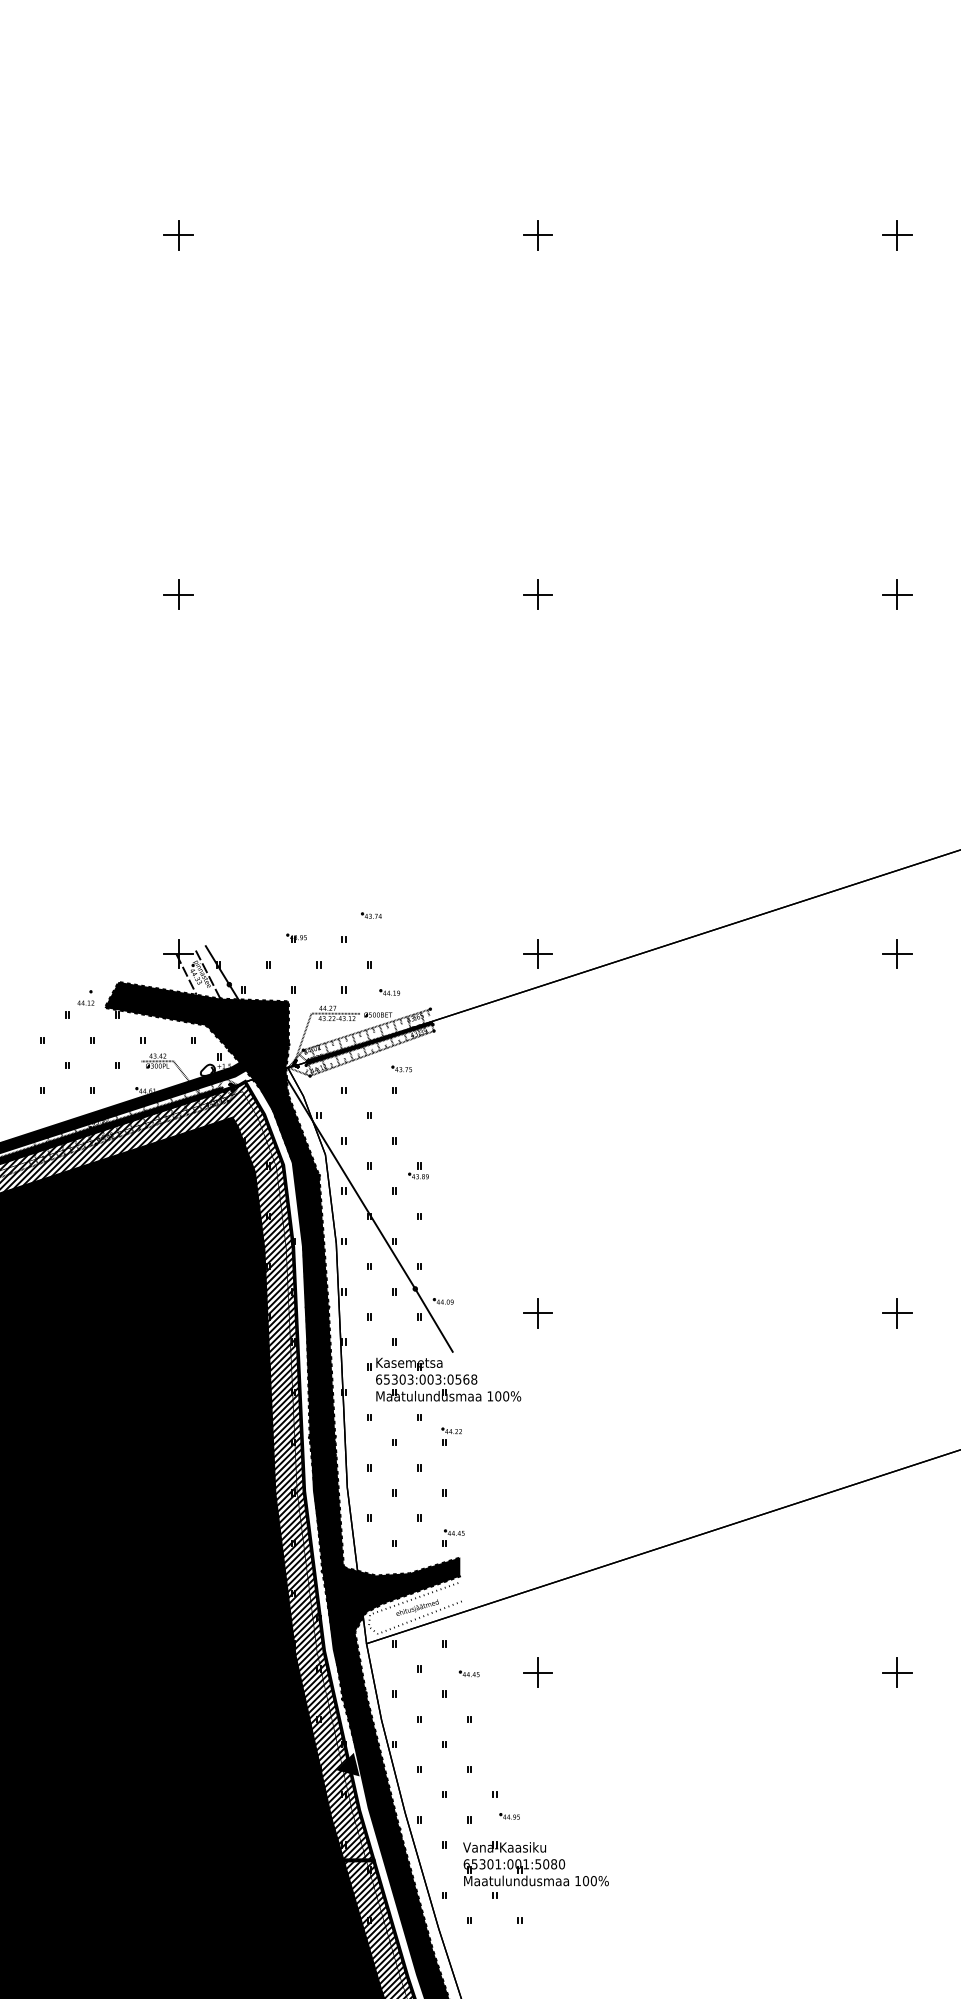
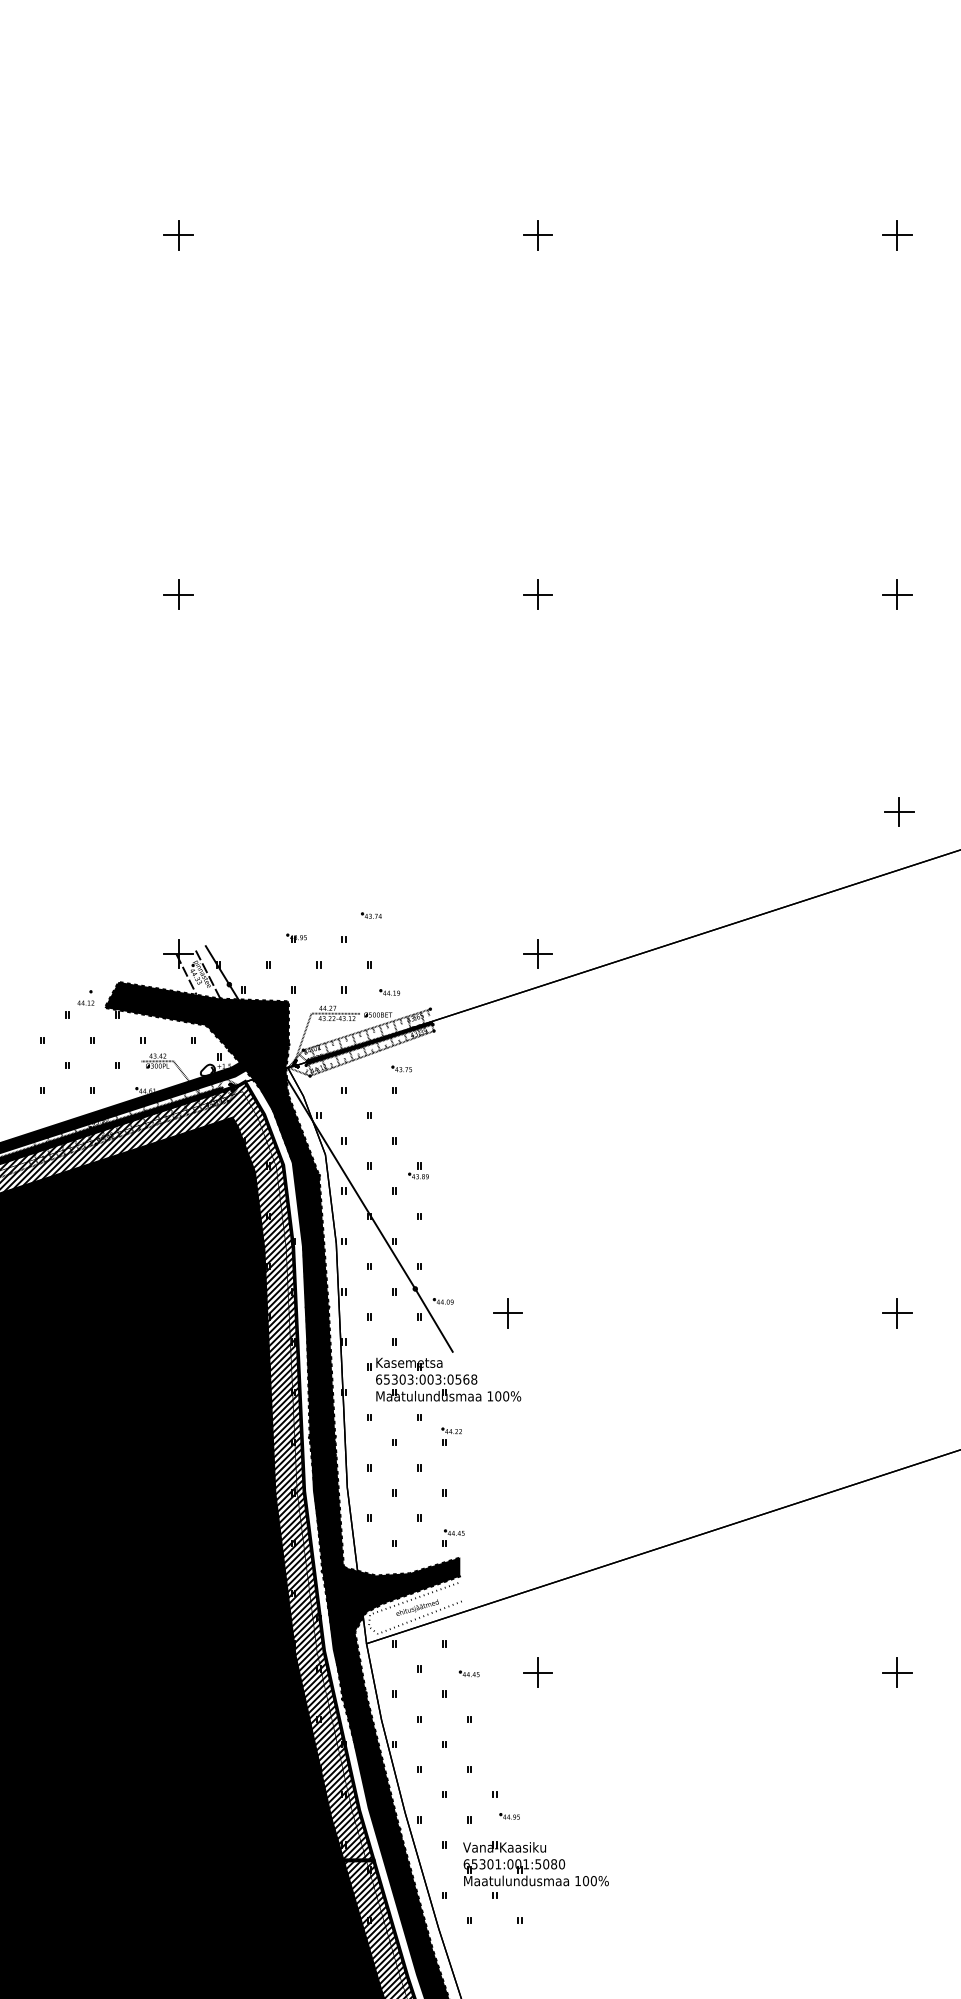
part at (897, 953) position: (897, 953) -> (899, 811)
part at (537, 1313) position: (537, 1313) -> (507, 1313)
fill at (347, 1764): present -> none
